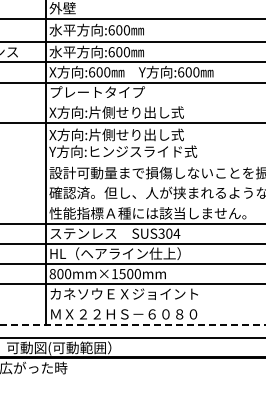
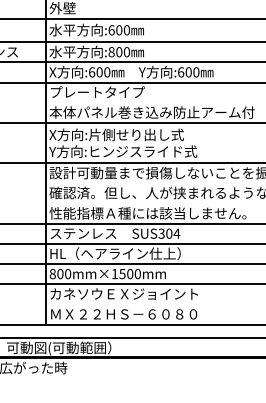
text at (111, 52): :600 -> :800
text at (151, 112): X方向:片側せり出し式 -> 本体パネル巻き込み防止アーム付
line at (132, 163): none -> present
line at (132, 324): dashed -> solid
